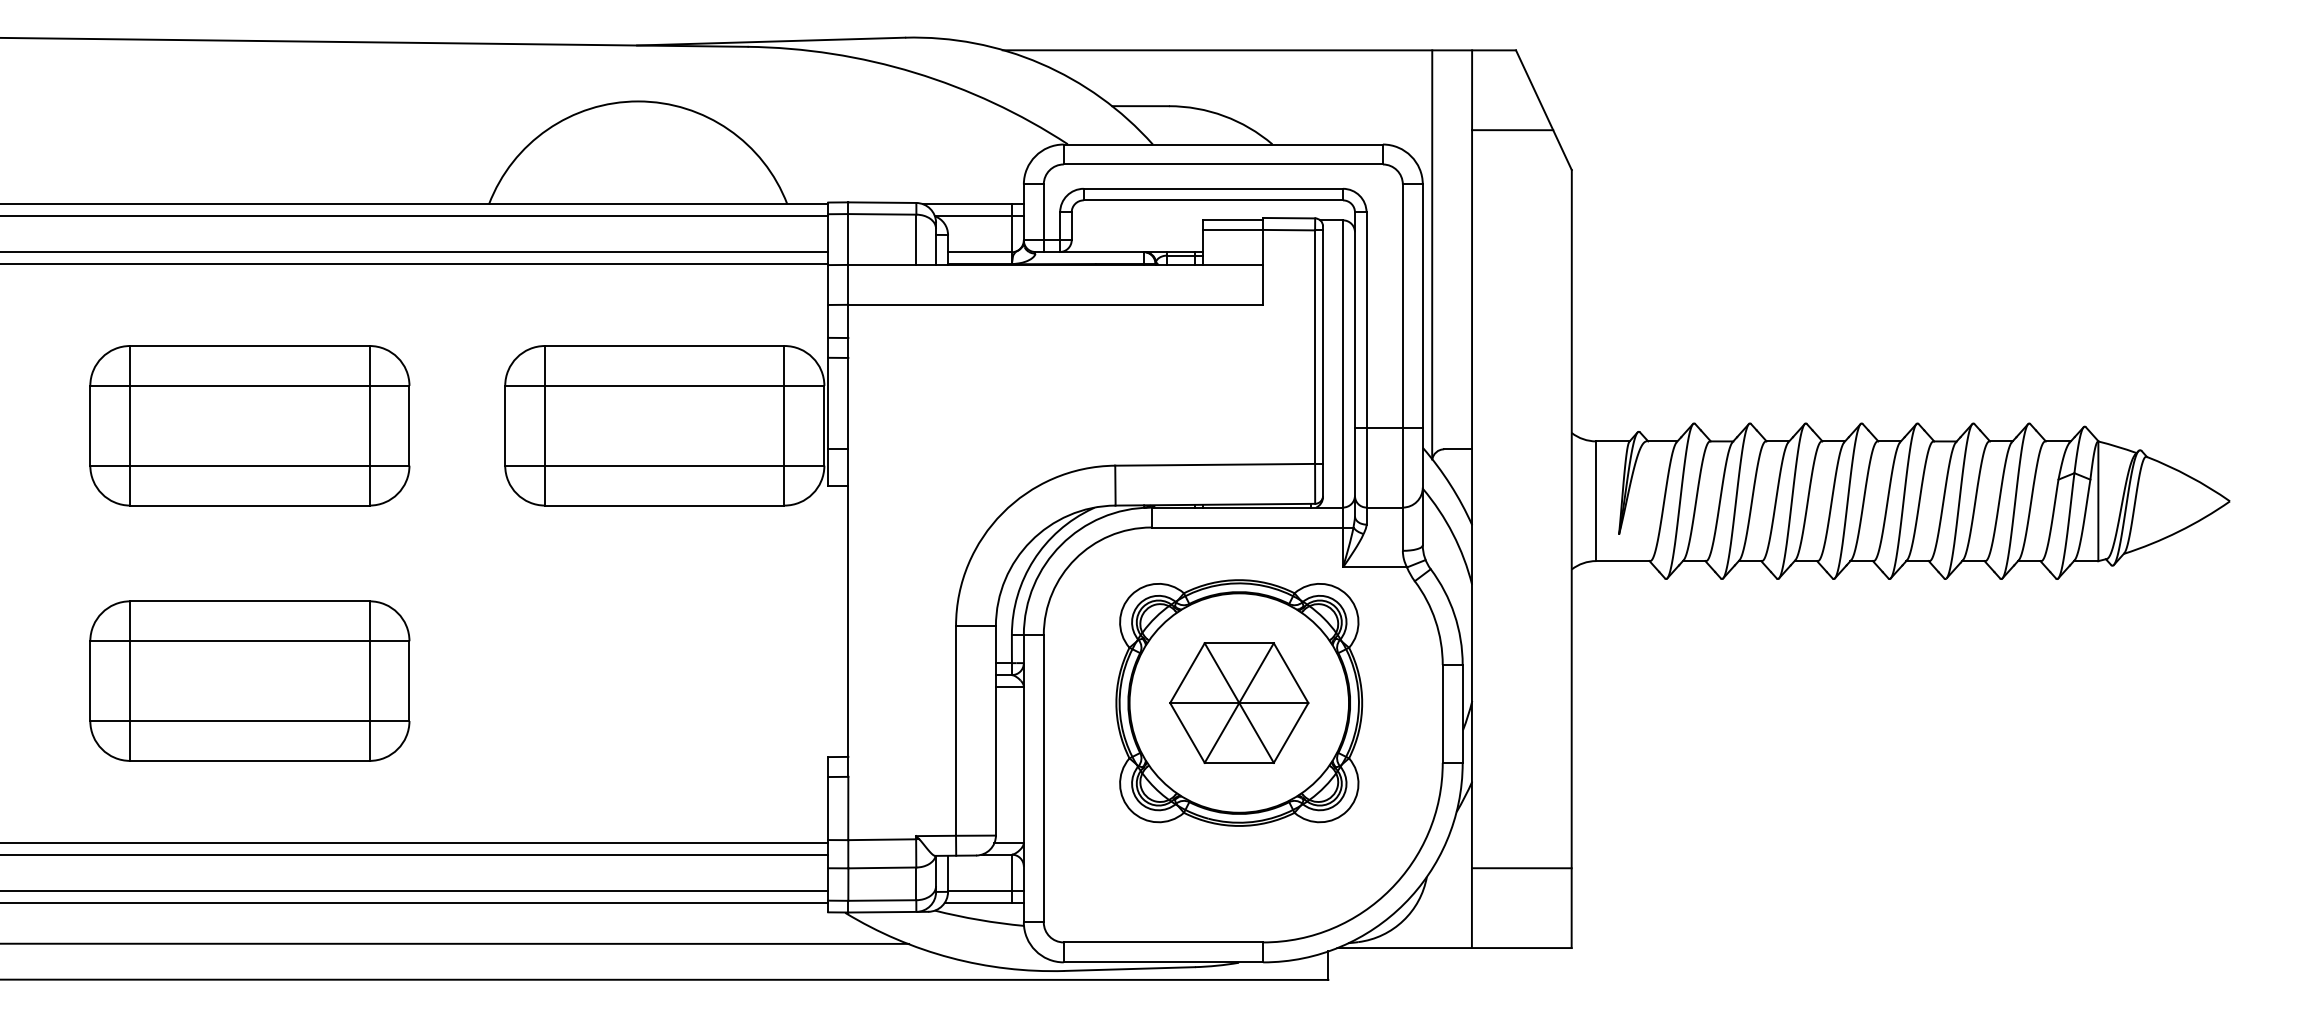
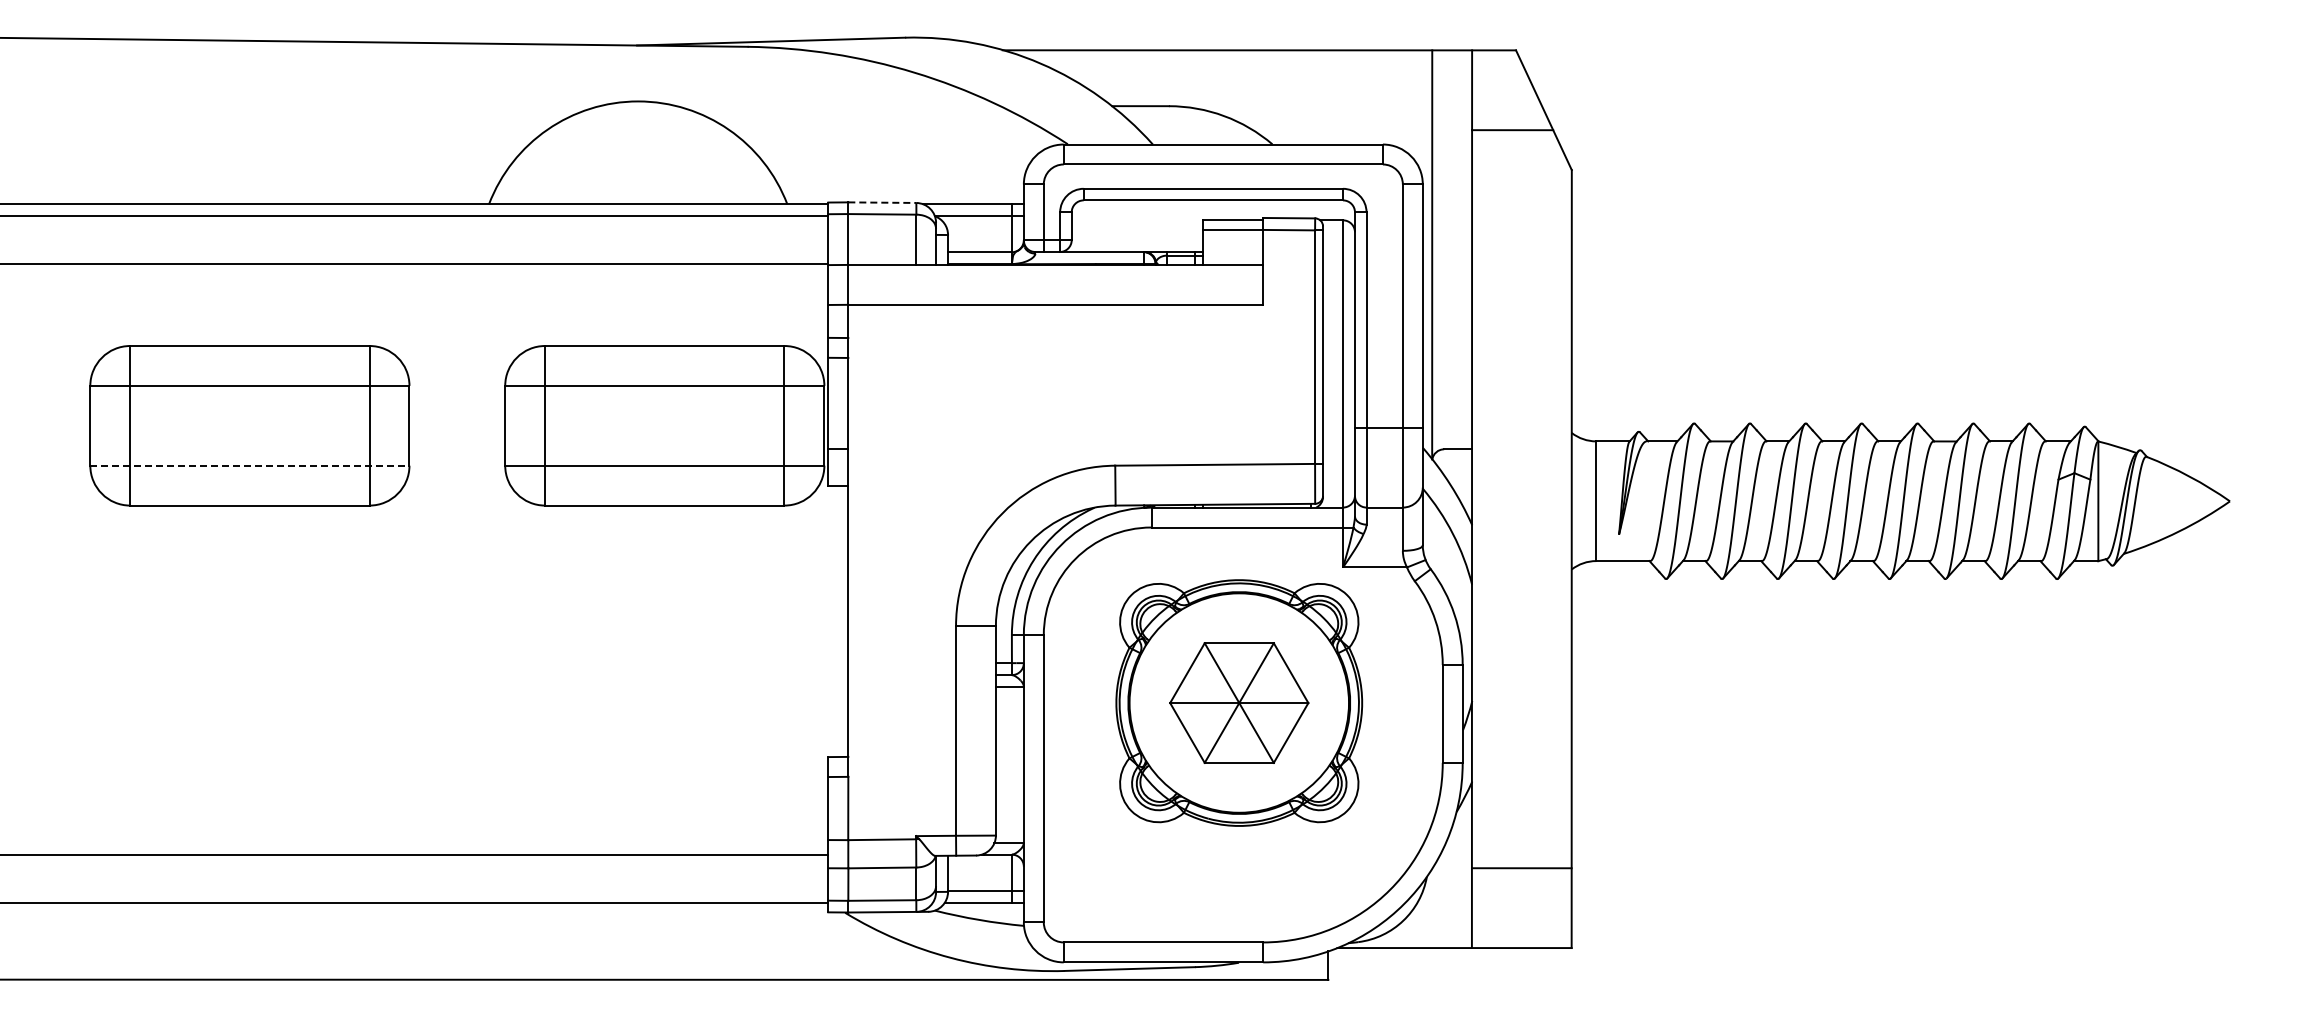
line at (882, 202): solid -> dashed
line at (415, 252): present -> none
line at (249, 465): solid -> dashed
part at (249, 680): present -> none
line at (415, 842): present -> none
line at (415, 890): present -> none
line at (455, 943): present -> none
